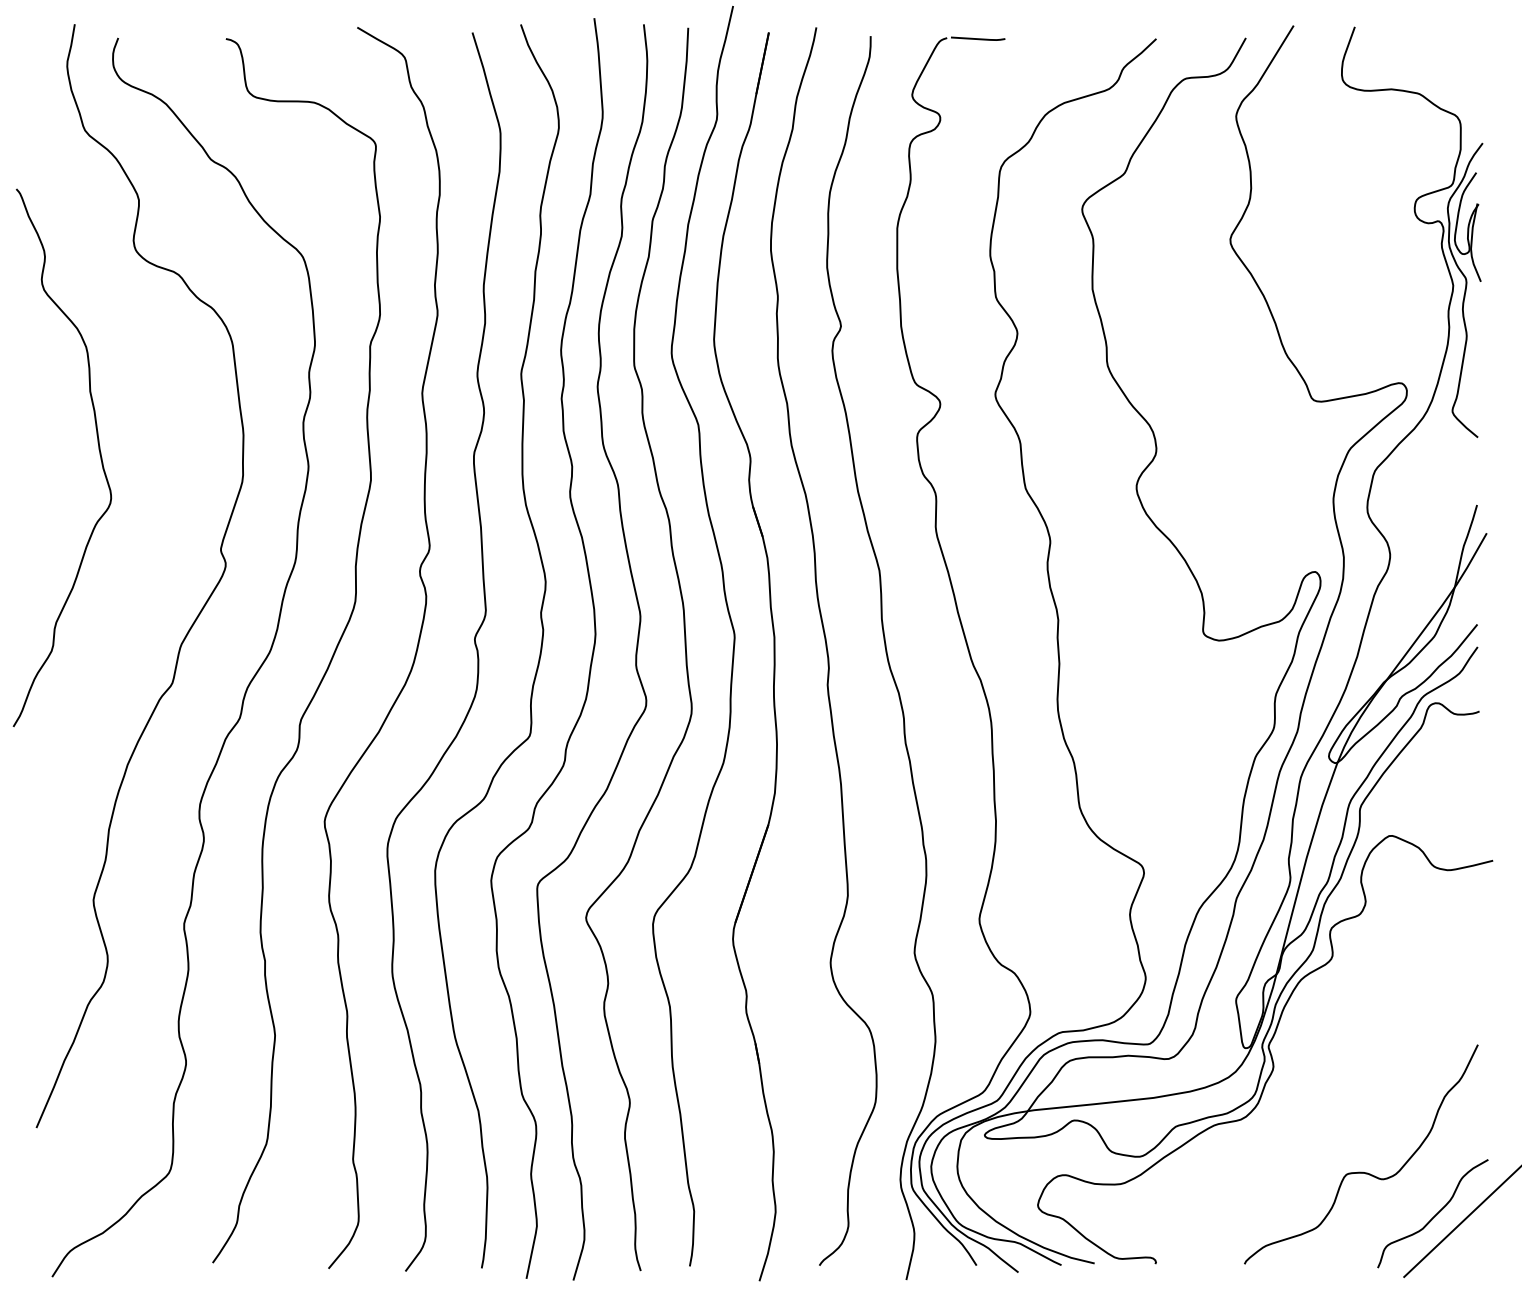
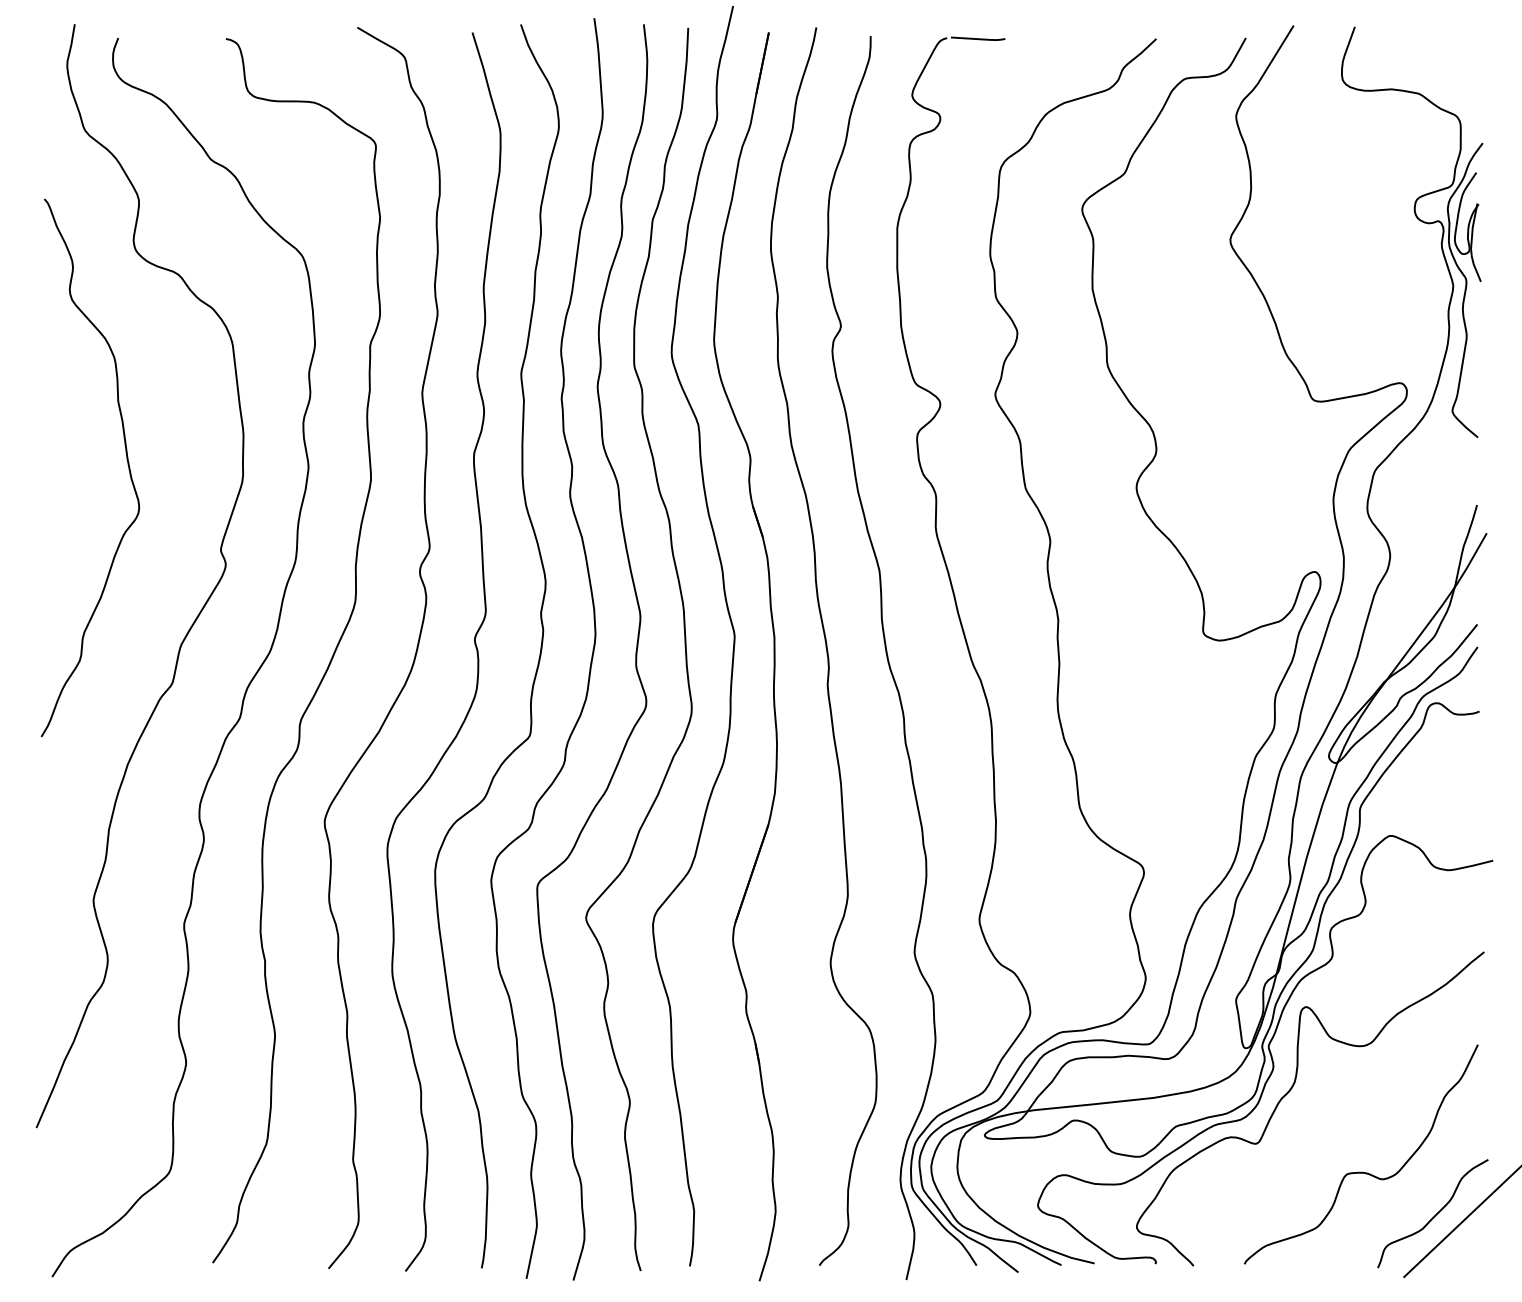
curve at (98, 449) position: (98, 449) -> (126, 459)
curve at (1290, 1091): none -> present
